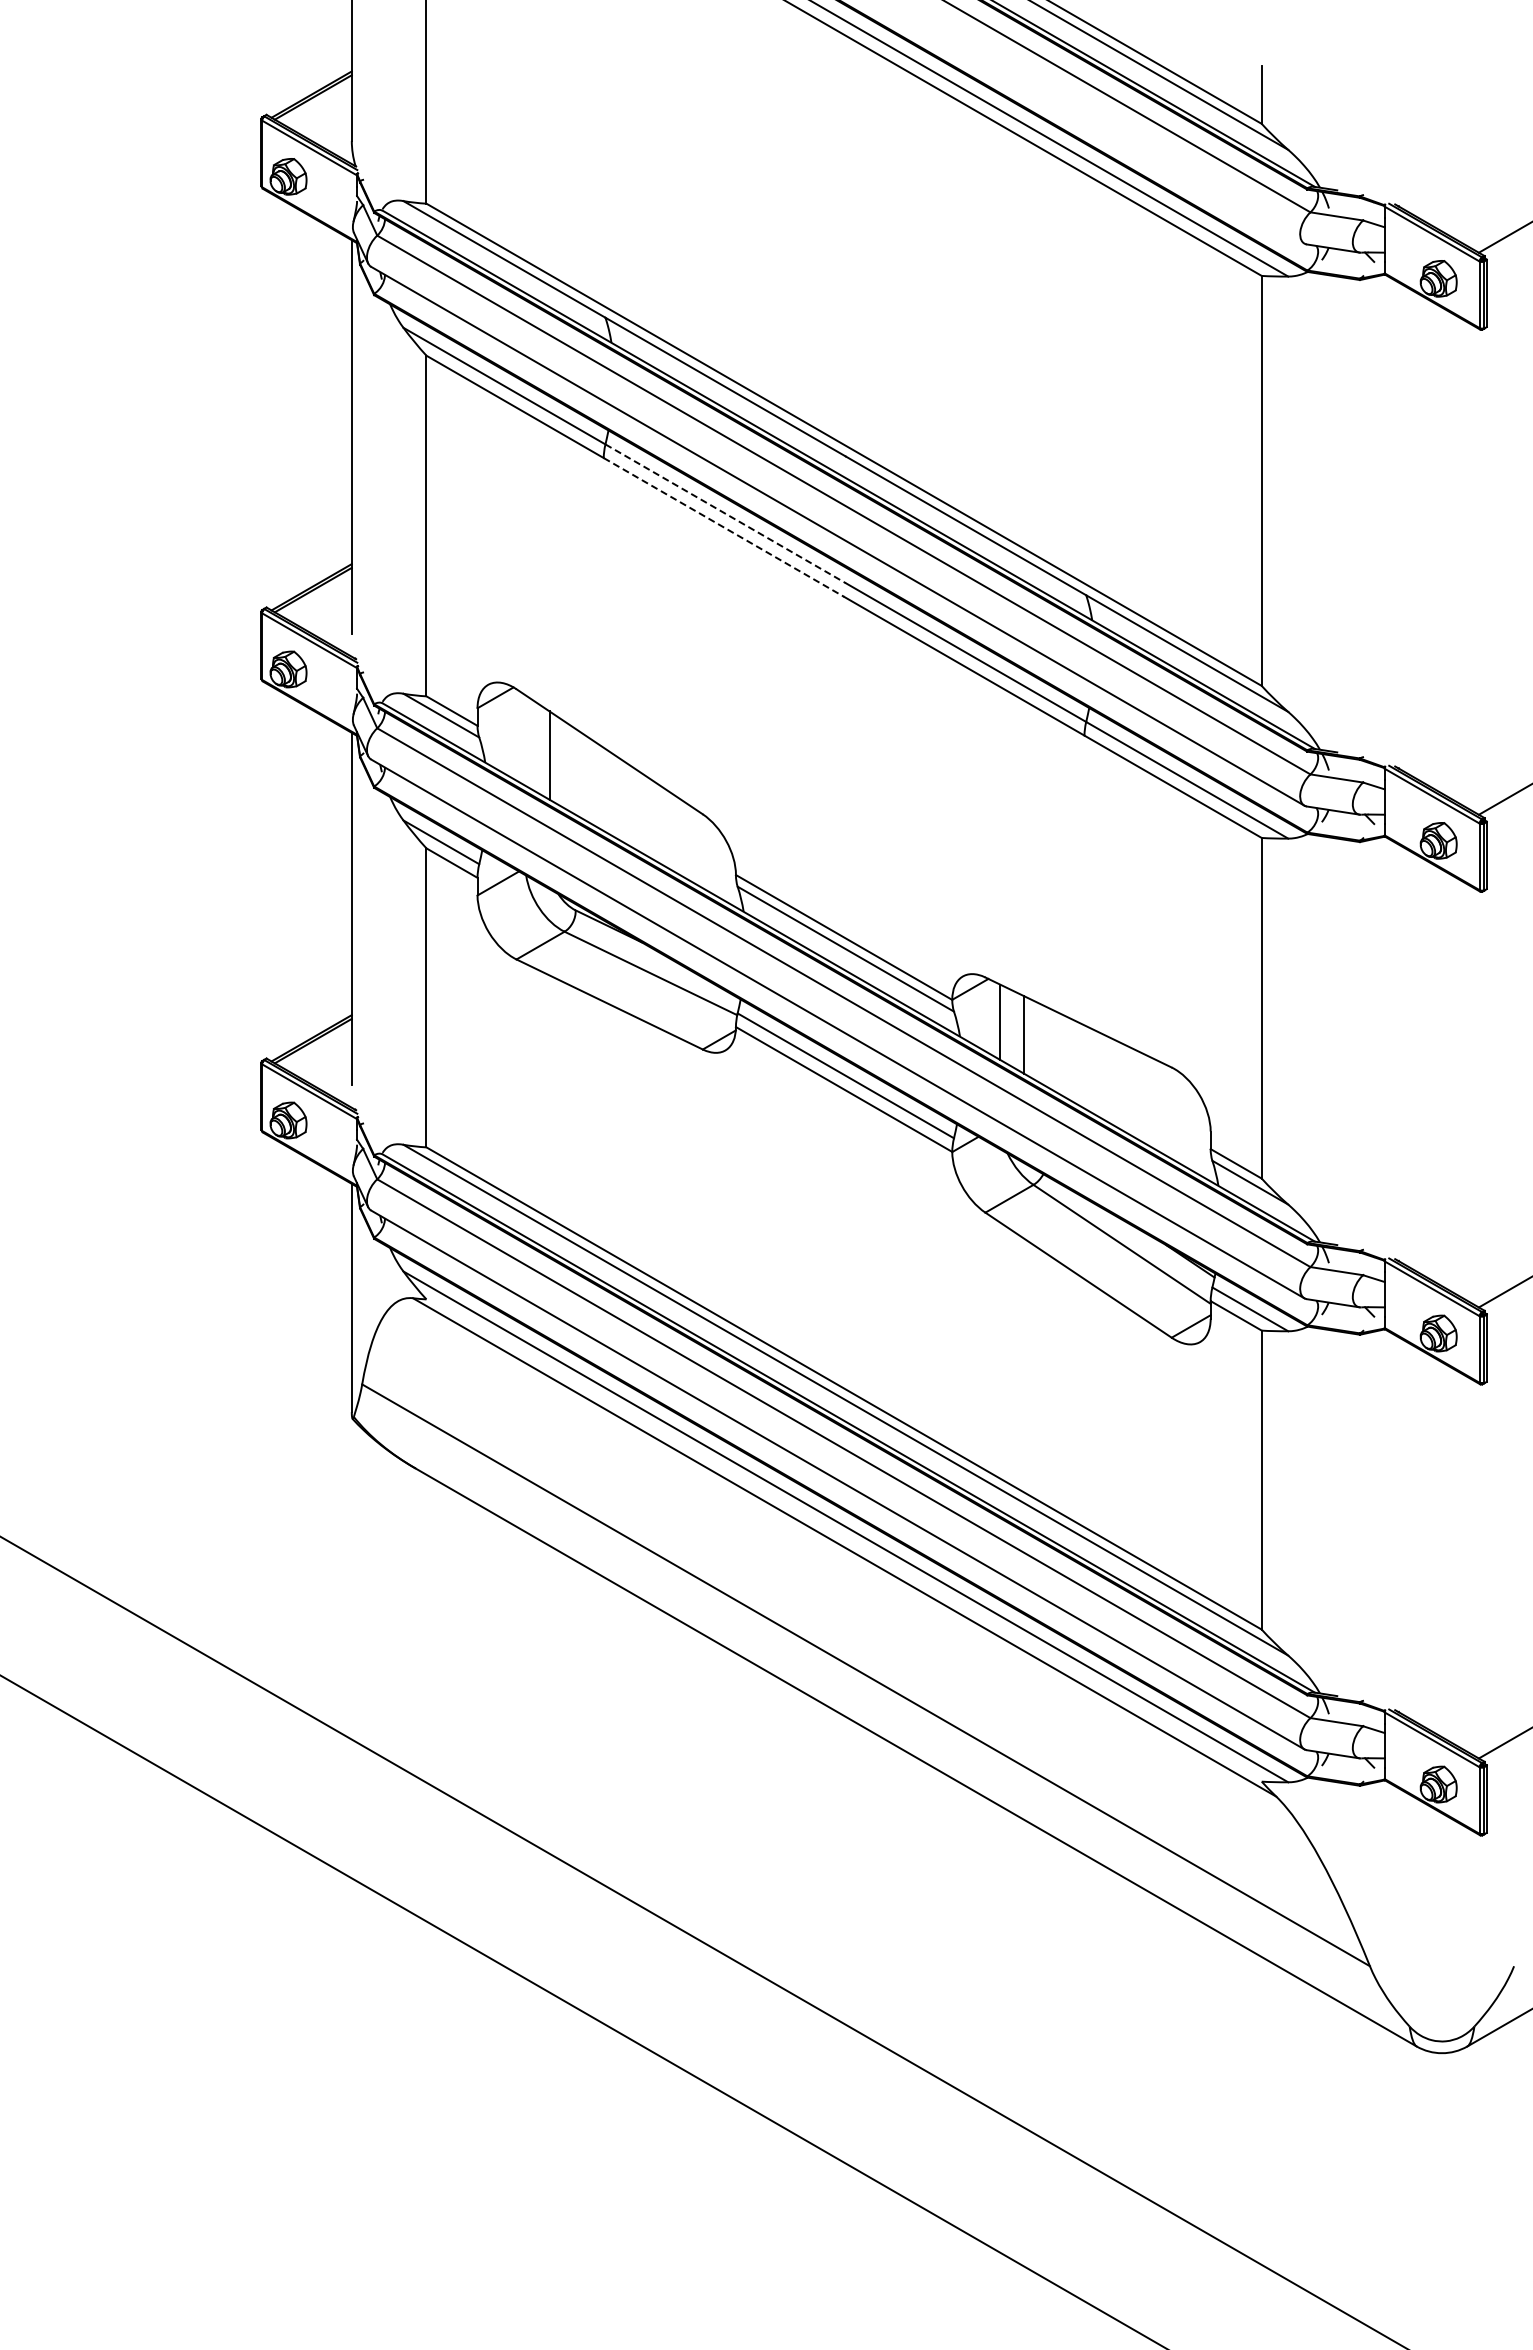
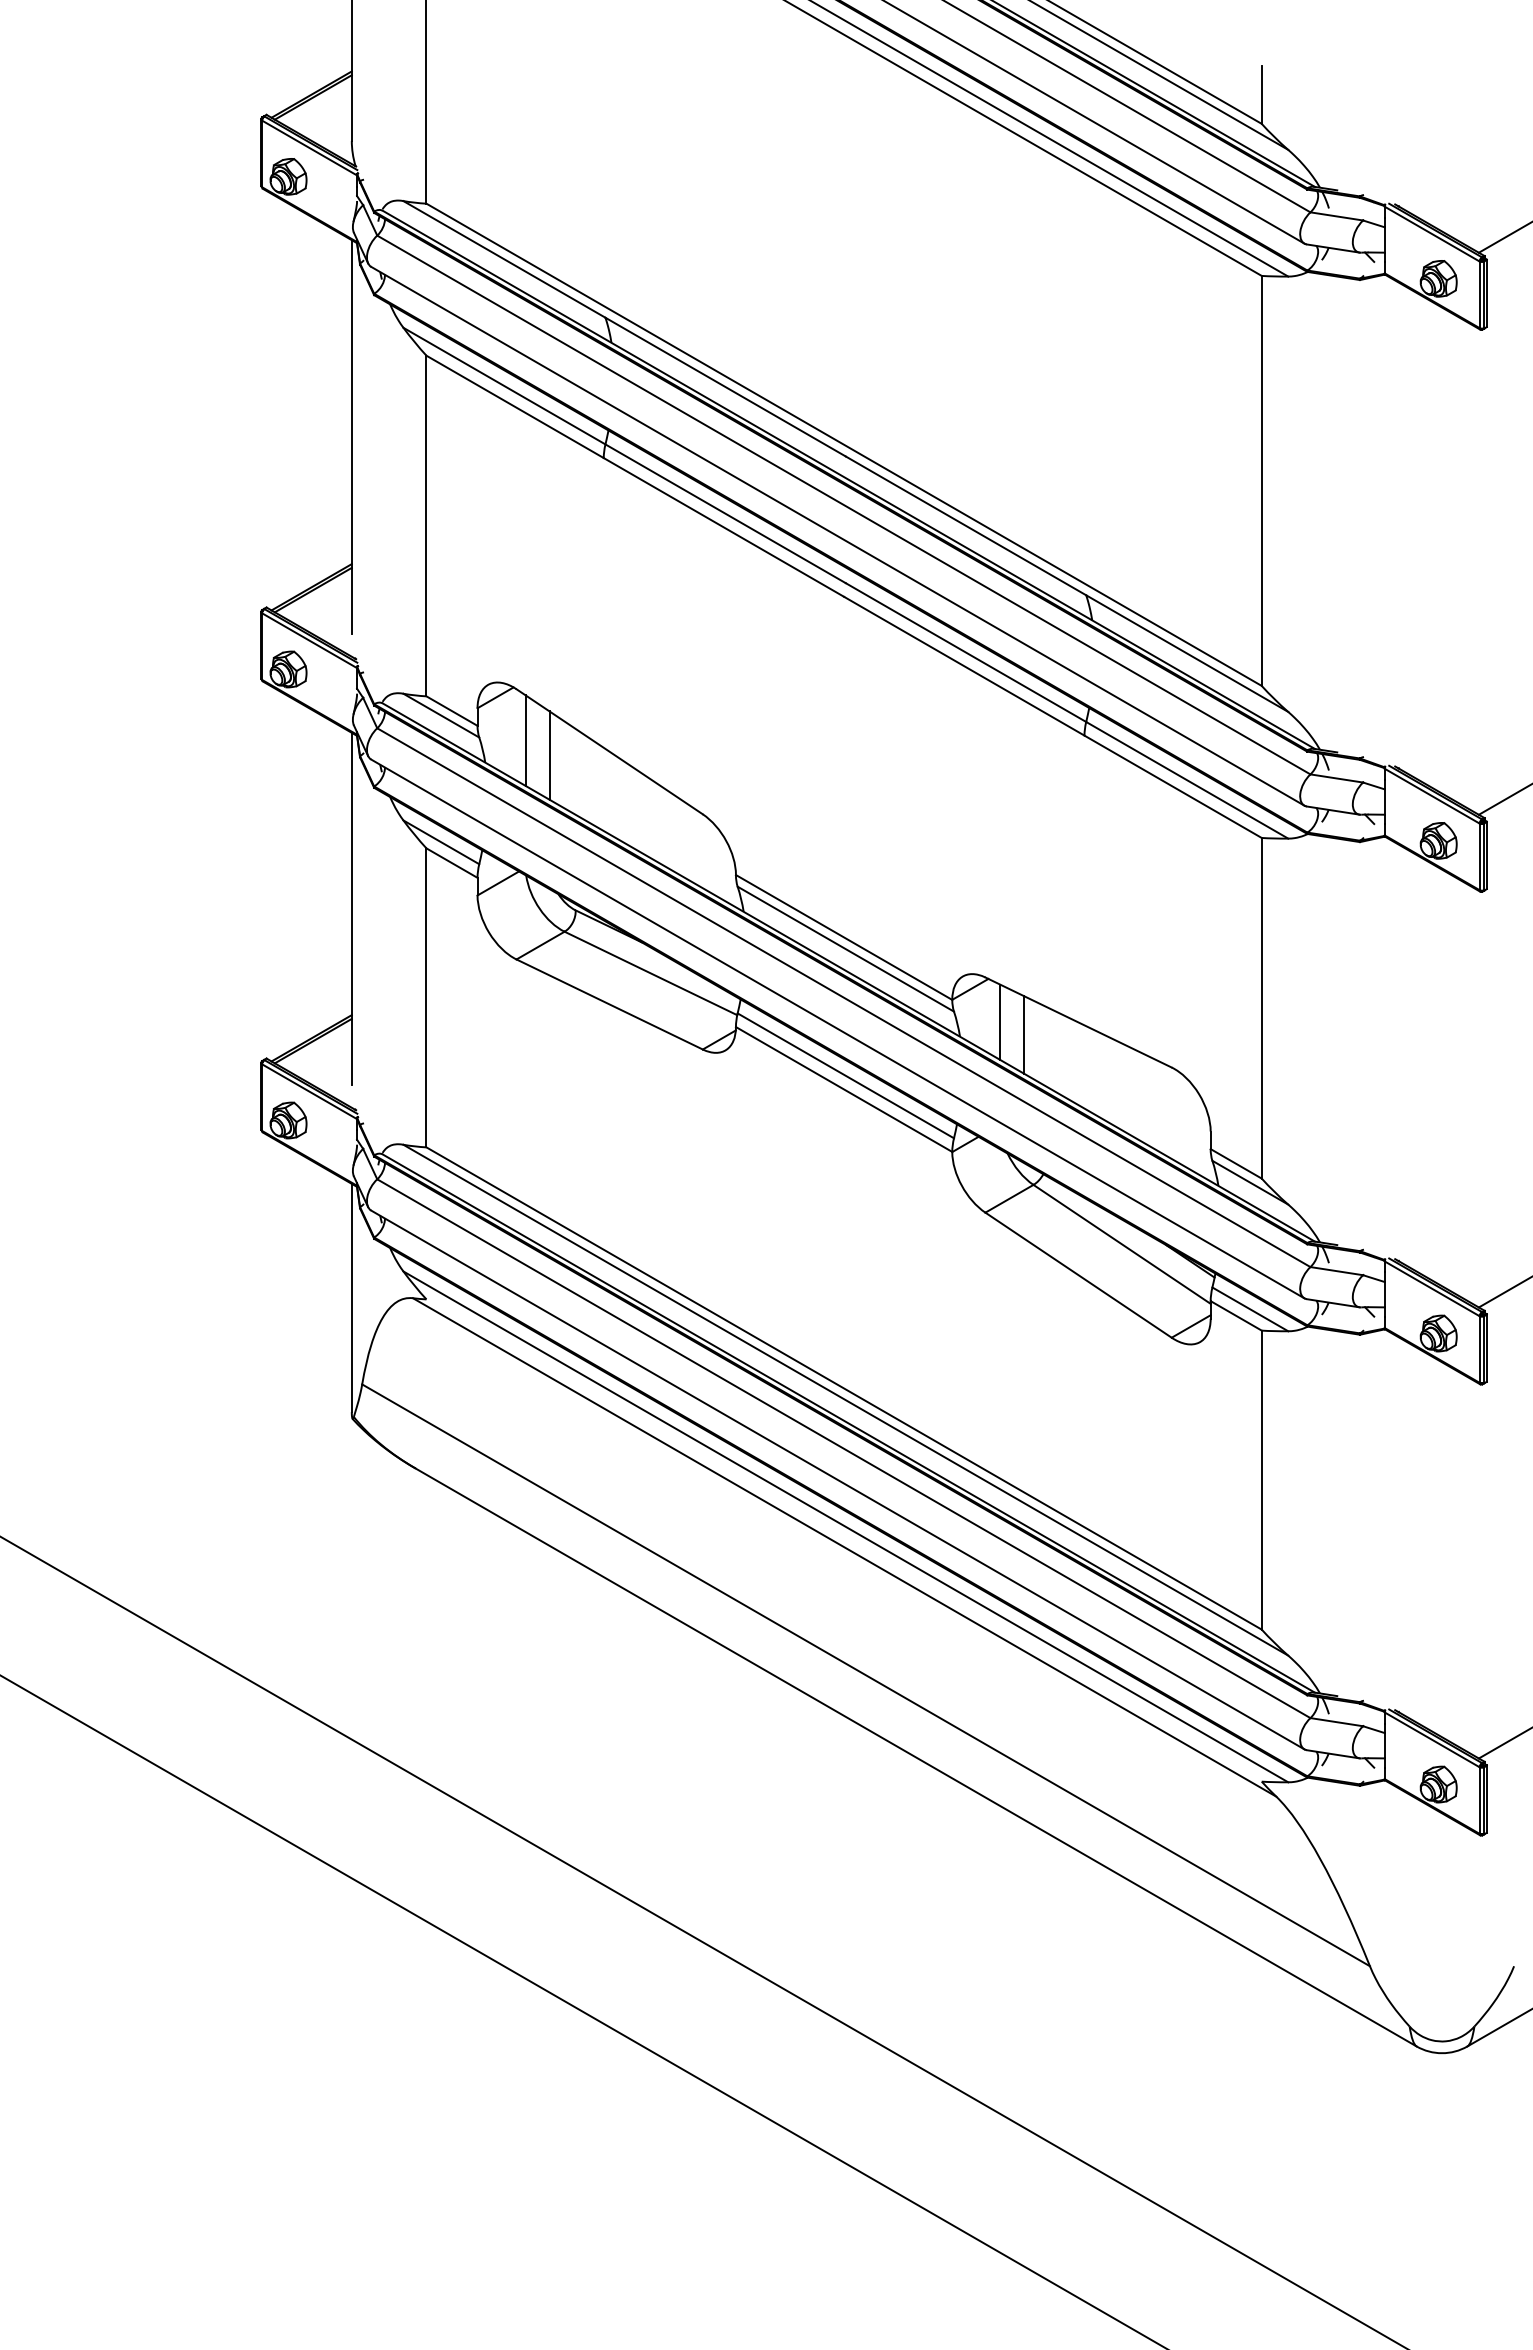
line at (1095, 122): none -> present
line at (725, 513): dashed -> solid
line at (723, 527): dashed -> solid
line at (525, 740): none -> present
